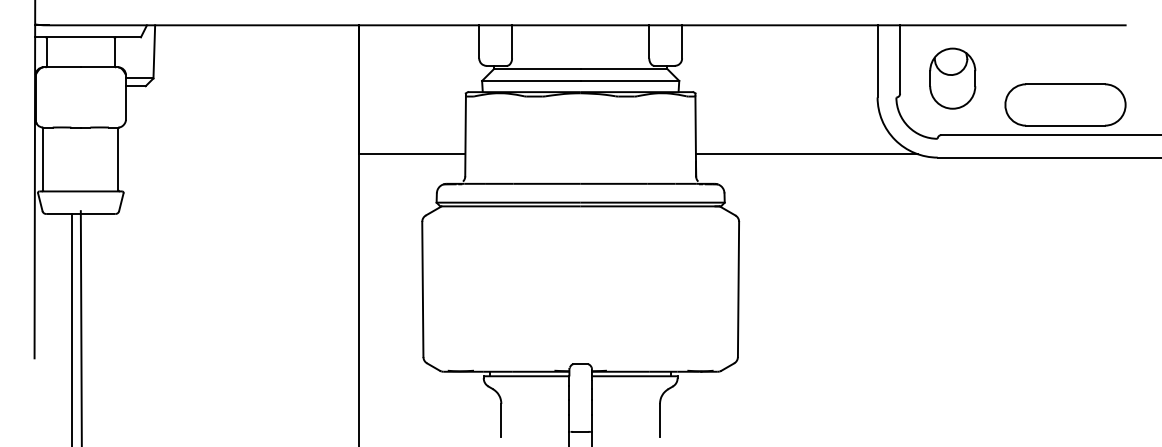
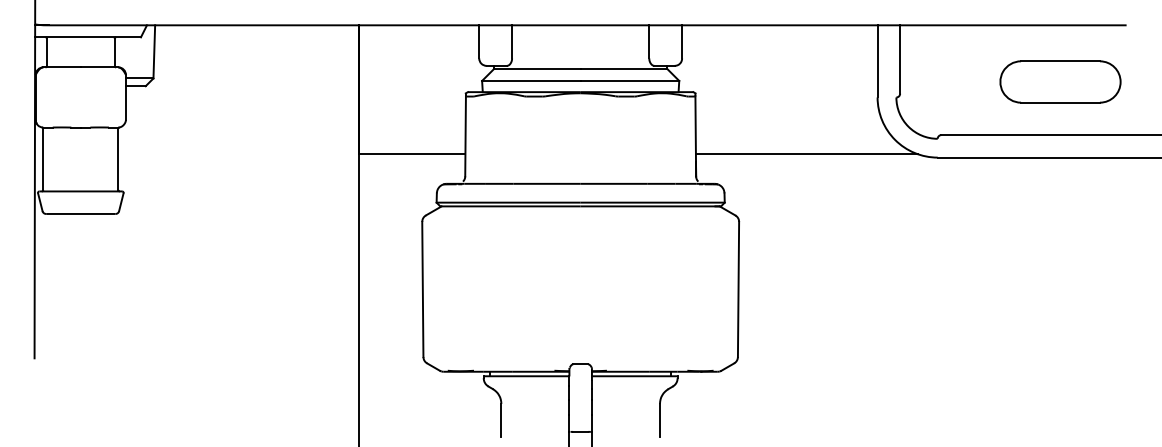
part at (952, 78): present -> none
part at (1065, 104) position: (1065, 104) -> (1060, 81)
line at (80, 327): present -> none
line at (72, 328): present -> none
